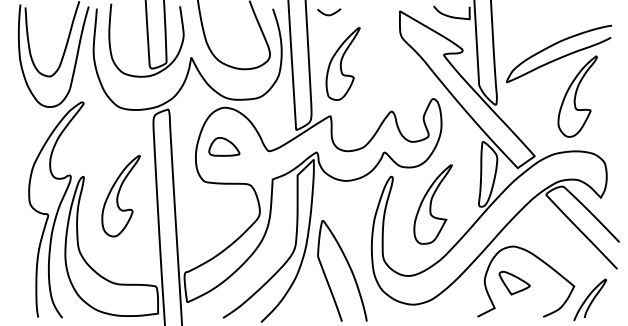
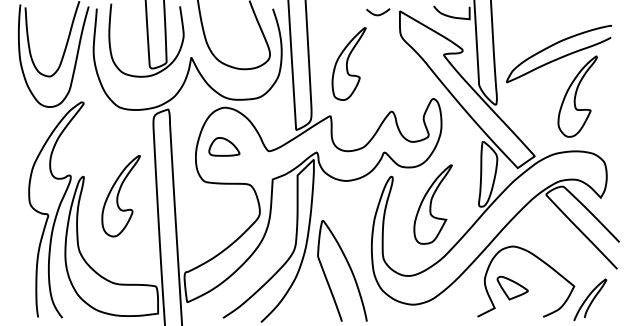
curve at (329, 14) position: (329, 14) -> (378, 14)
part at (342, 63) position: (342, 63) -> (348, 63)
part at (514, 282) position: (514, 282) -> (512, 287)
